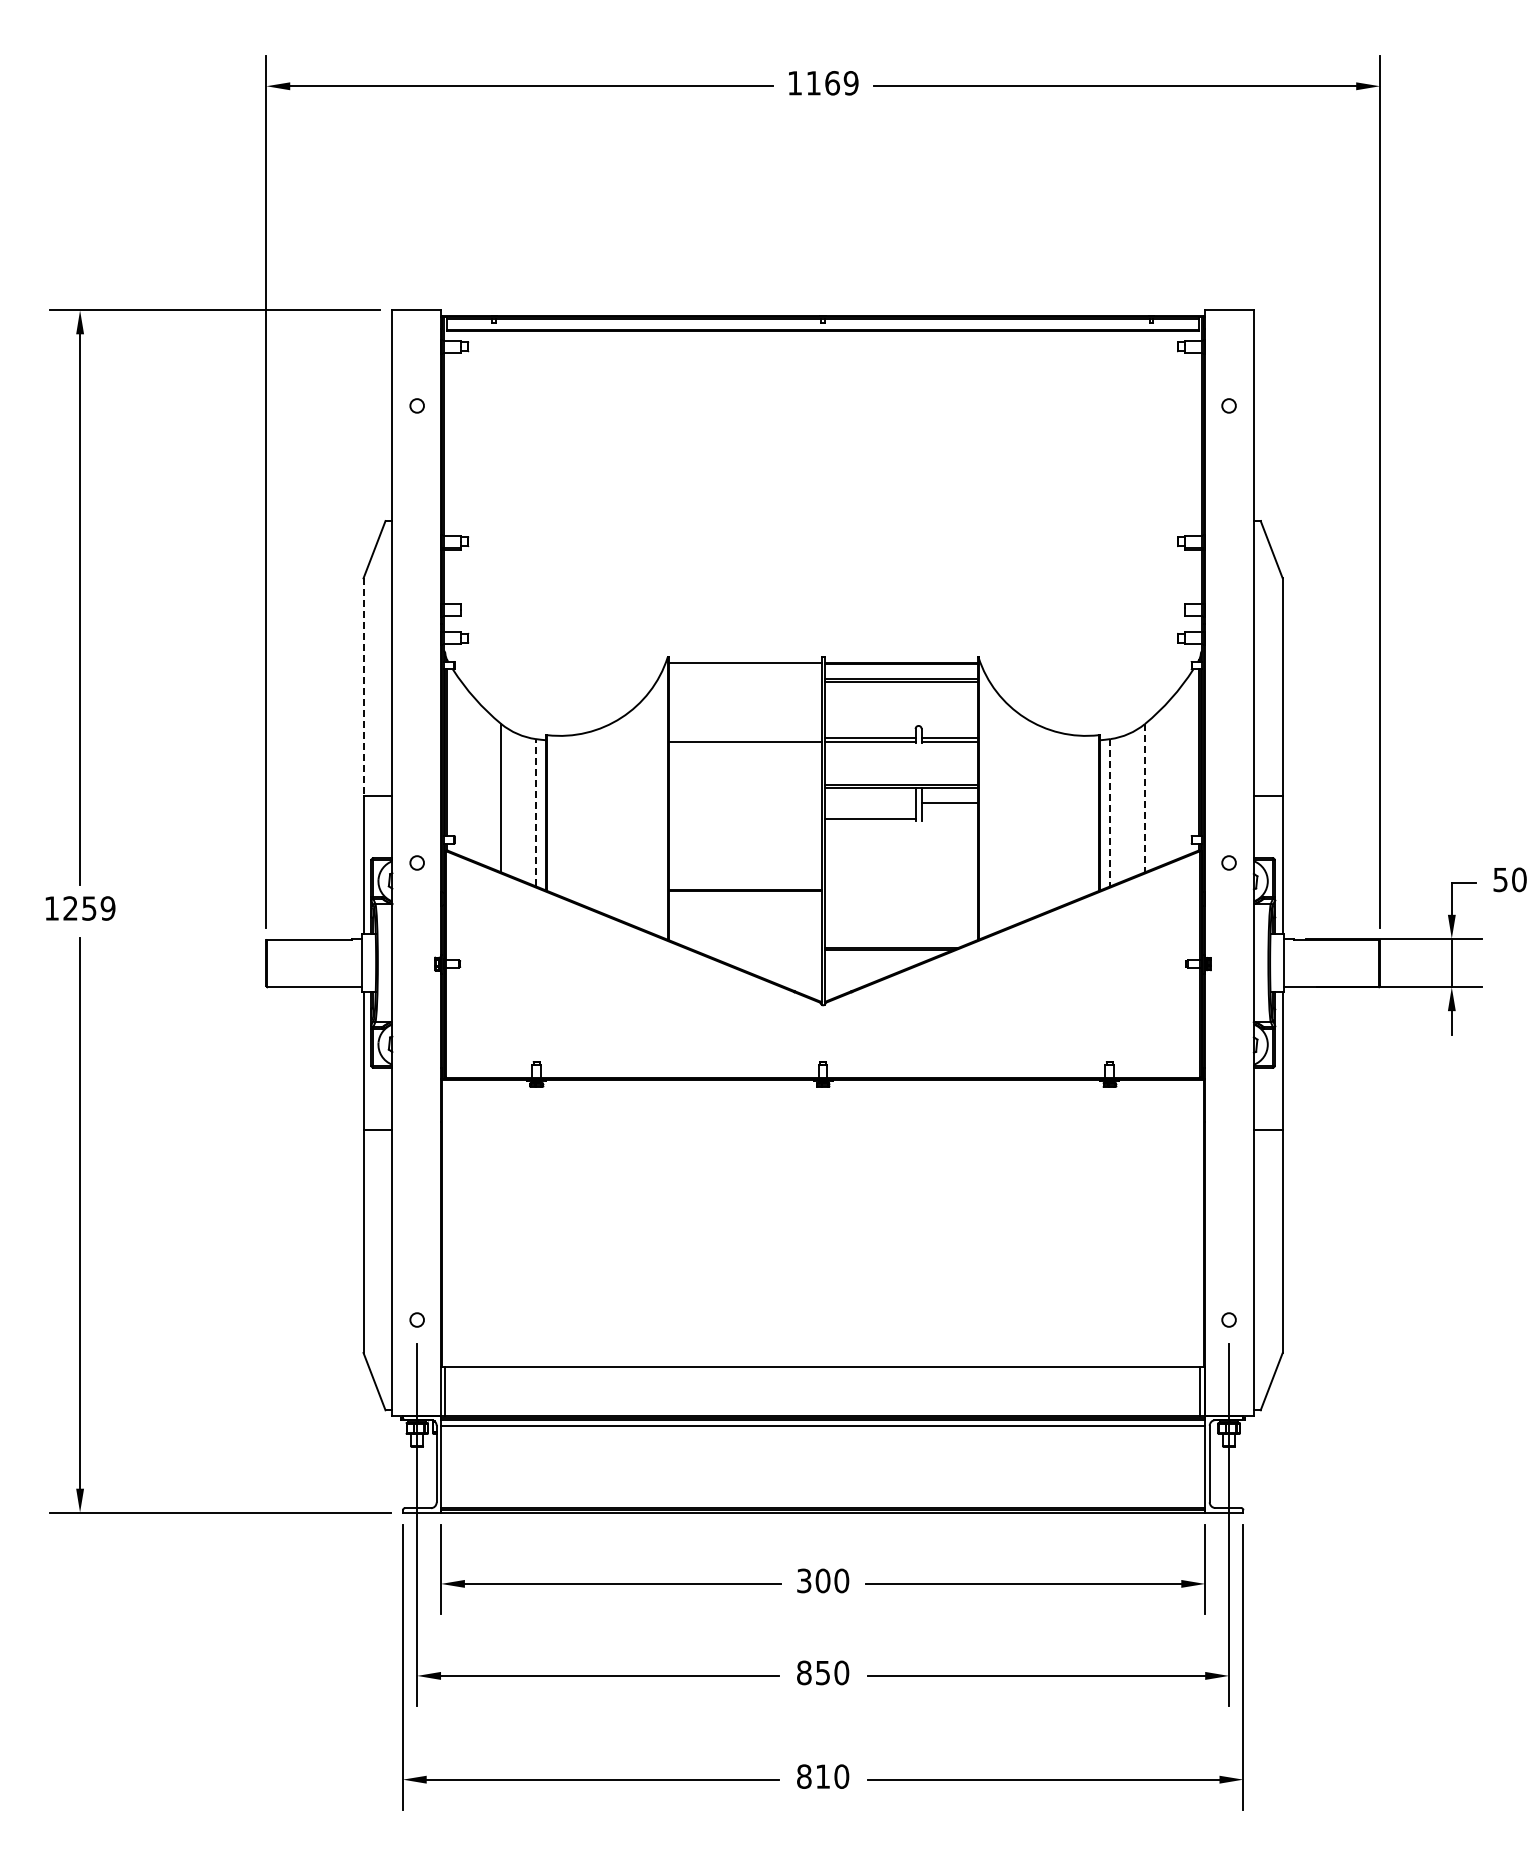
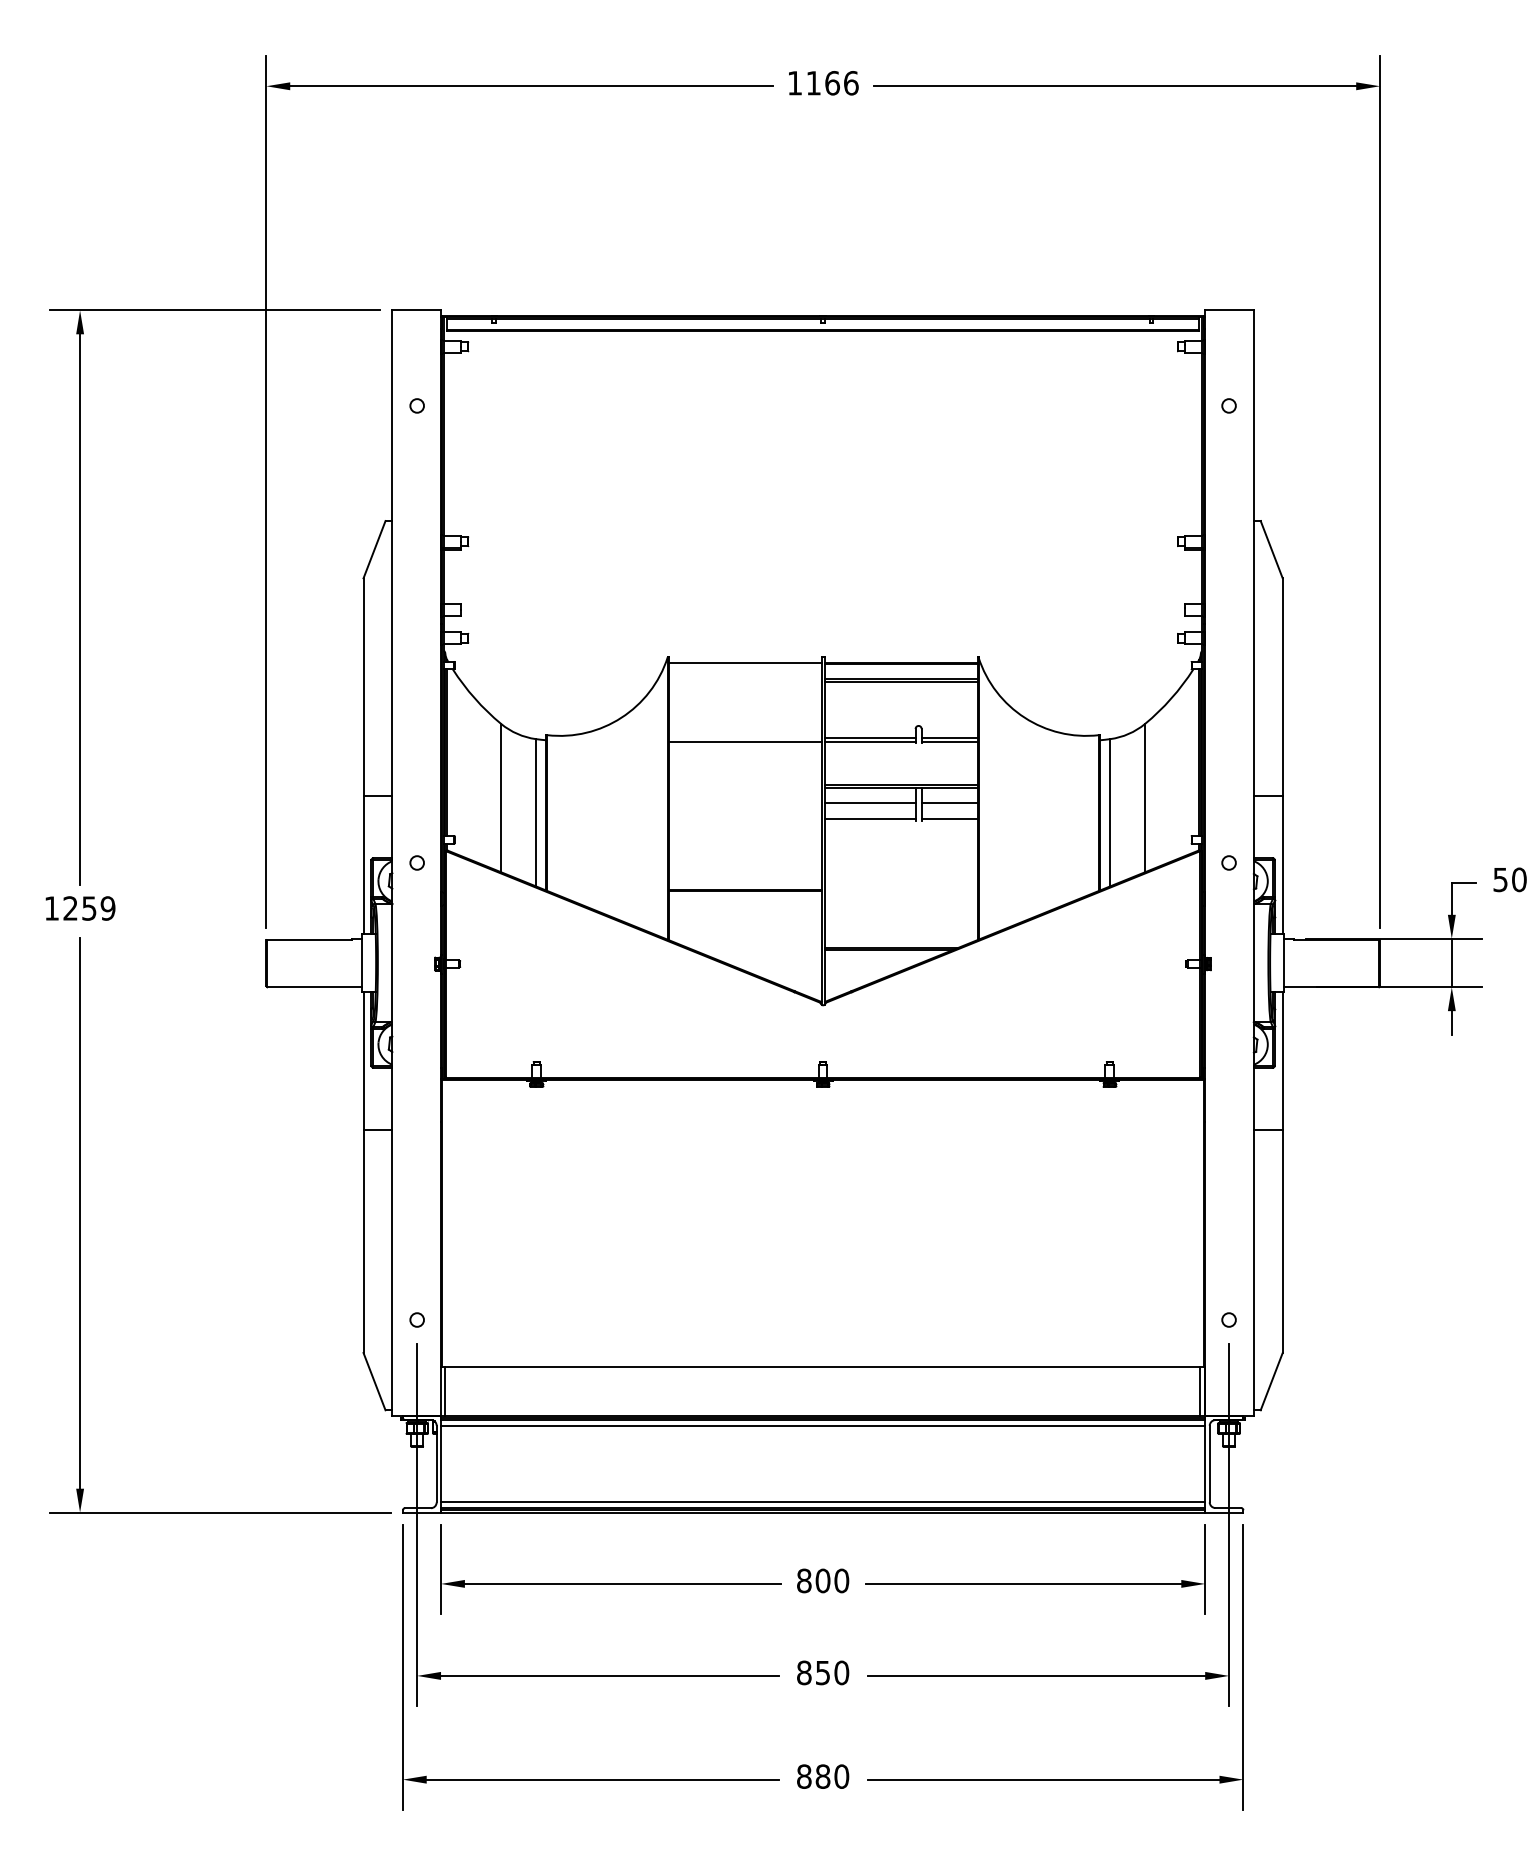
text at (850, 83): 1169 -> 1166
line at (363, 687): dashed -> solid
line at (1144, 798): dashed -> solid
line at (869, 803): none -> present
line at (535, 812): dashed -> solid
line at (1110, 812): dashed -> solid
line at (949, 818): none -> present
line at (823, 1502): none -> present
text at (804, 1580): 300 -> 800
text at (822, 1776): 810 -> 880
